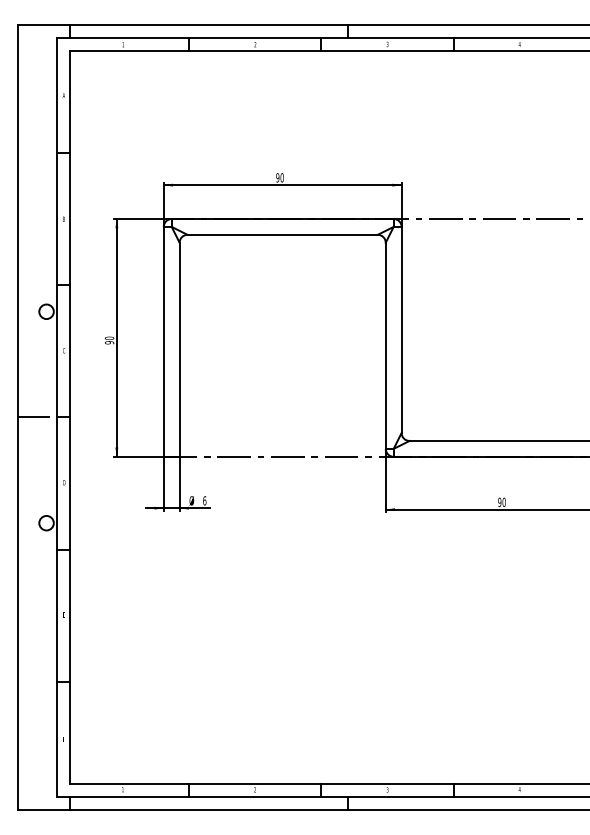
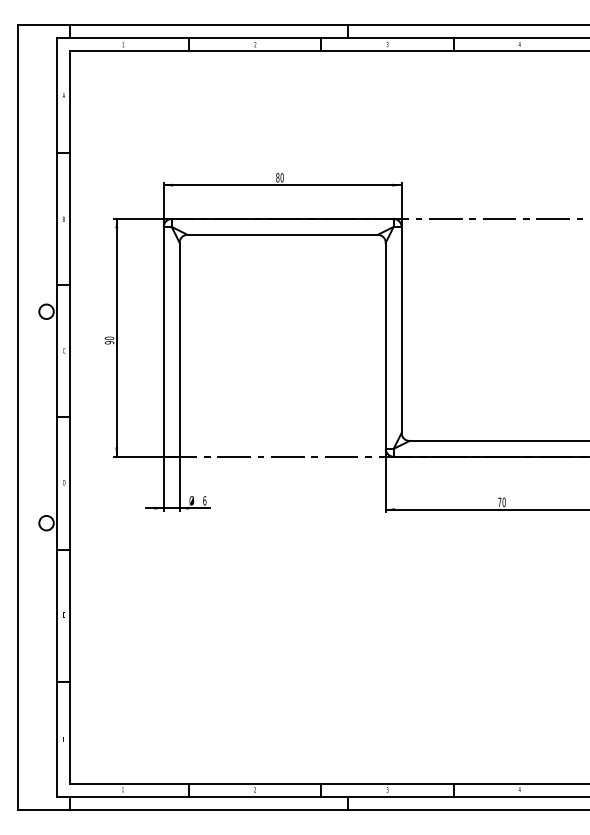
text at (277, 177): 90 -> 80
line at (33, 417): present -> none
text at (499, 502): 90 -> 70
